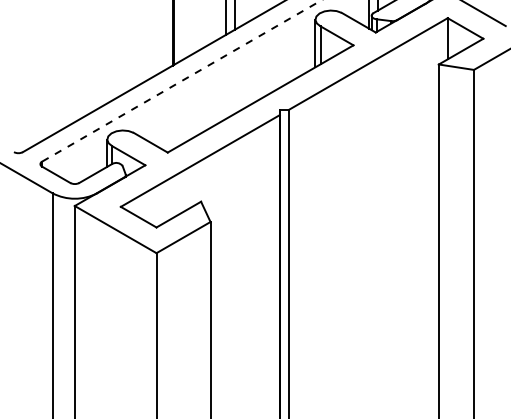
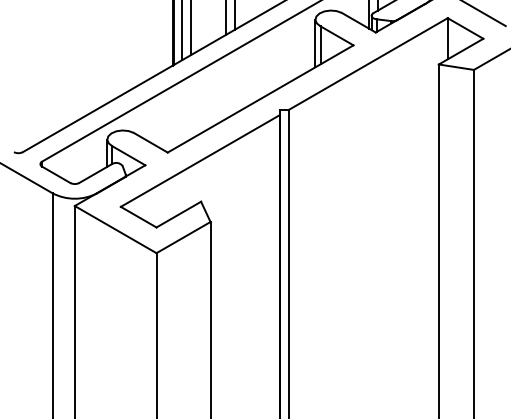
line at (190, 28): none -> present
line at (181, 31): none -> present
line at (182, 80): dashed -> solid
